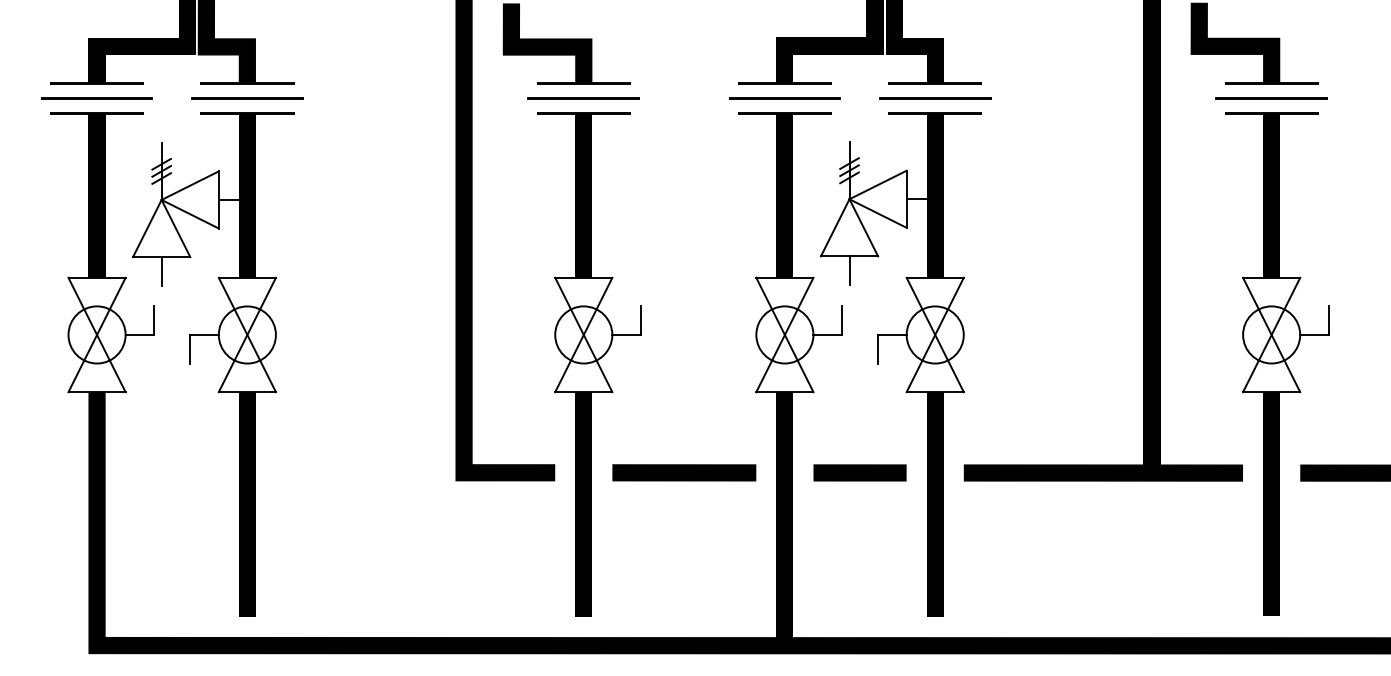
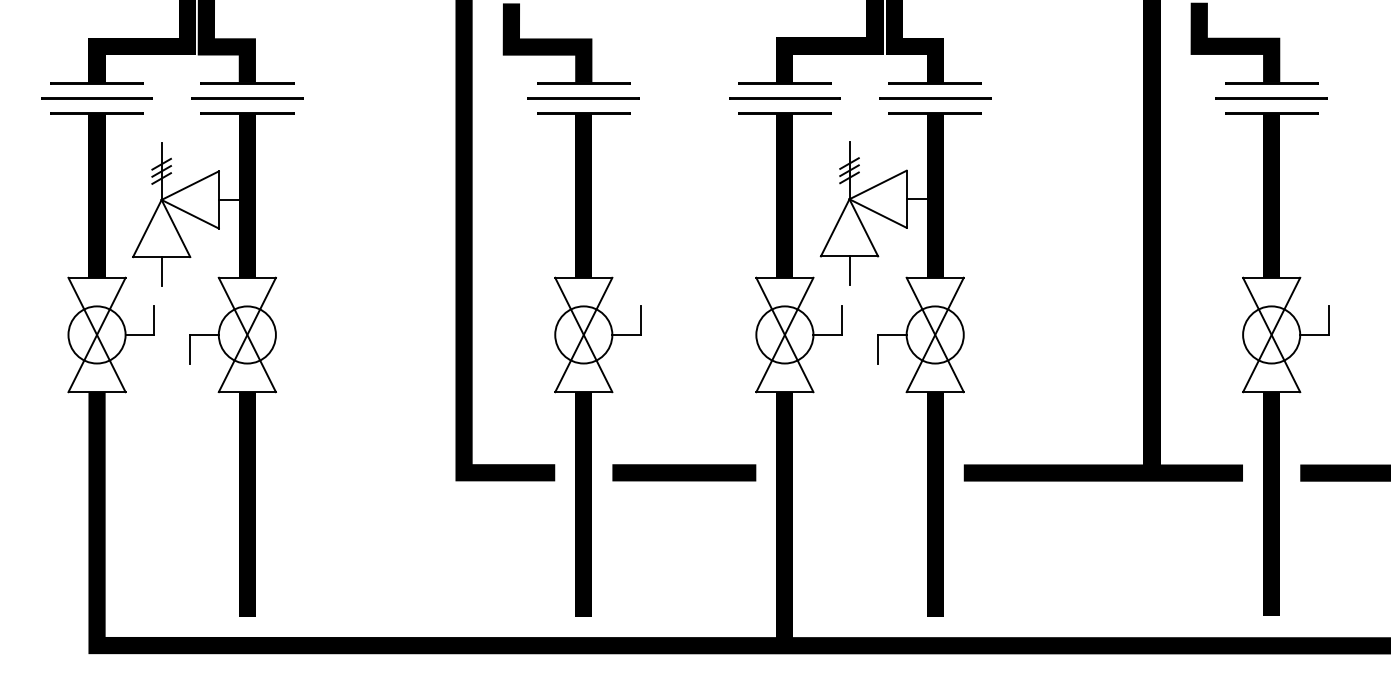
line at (859, 472): present -> none
